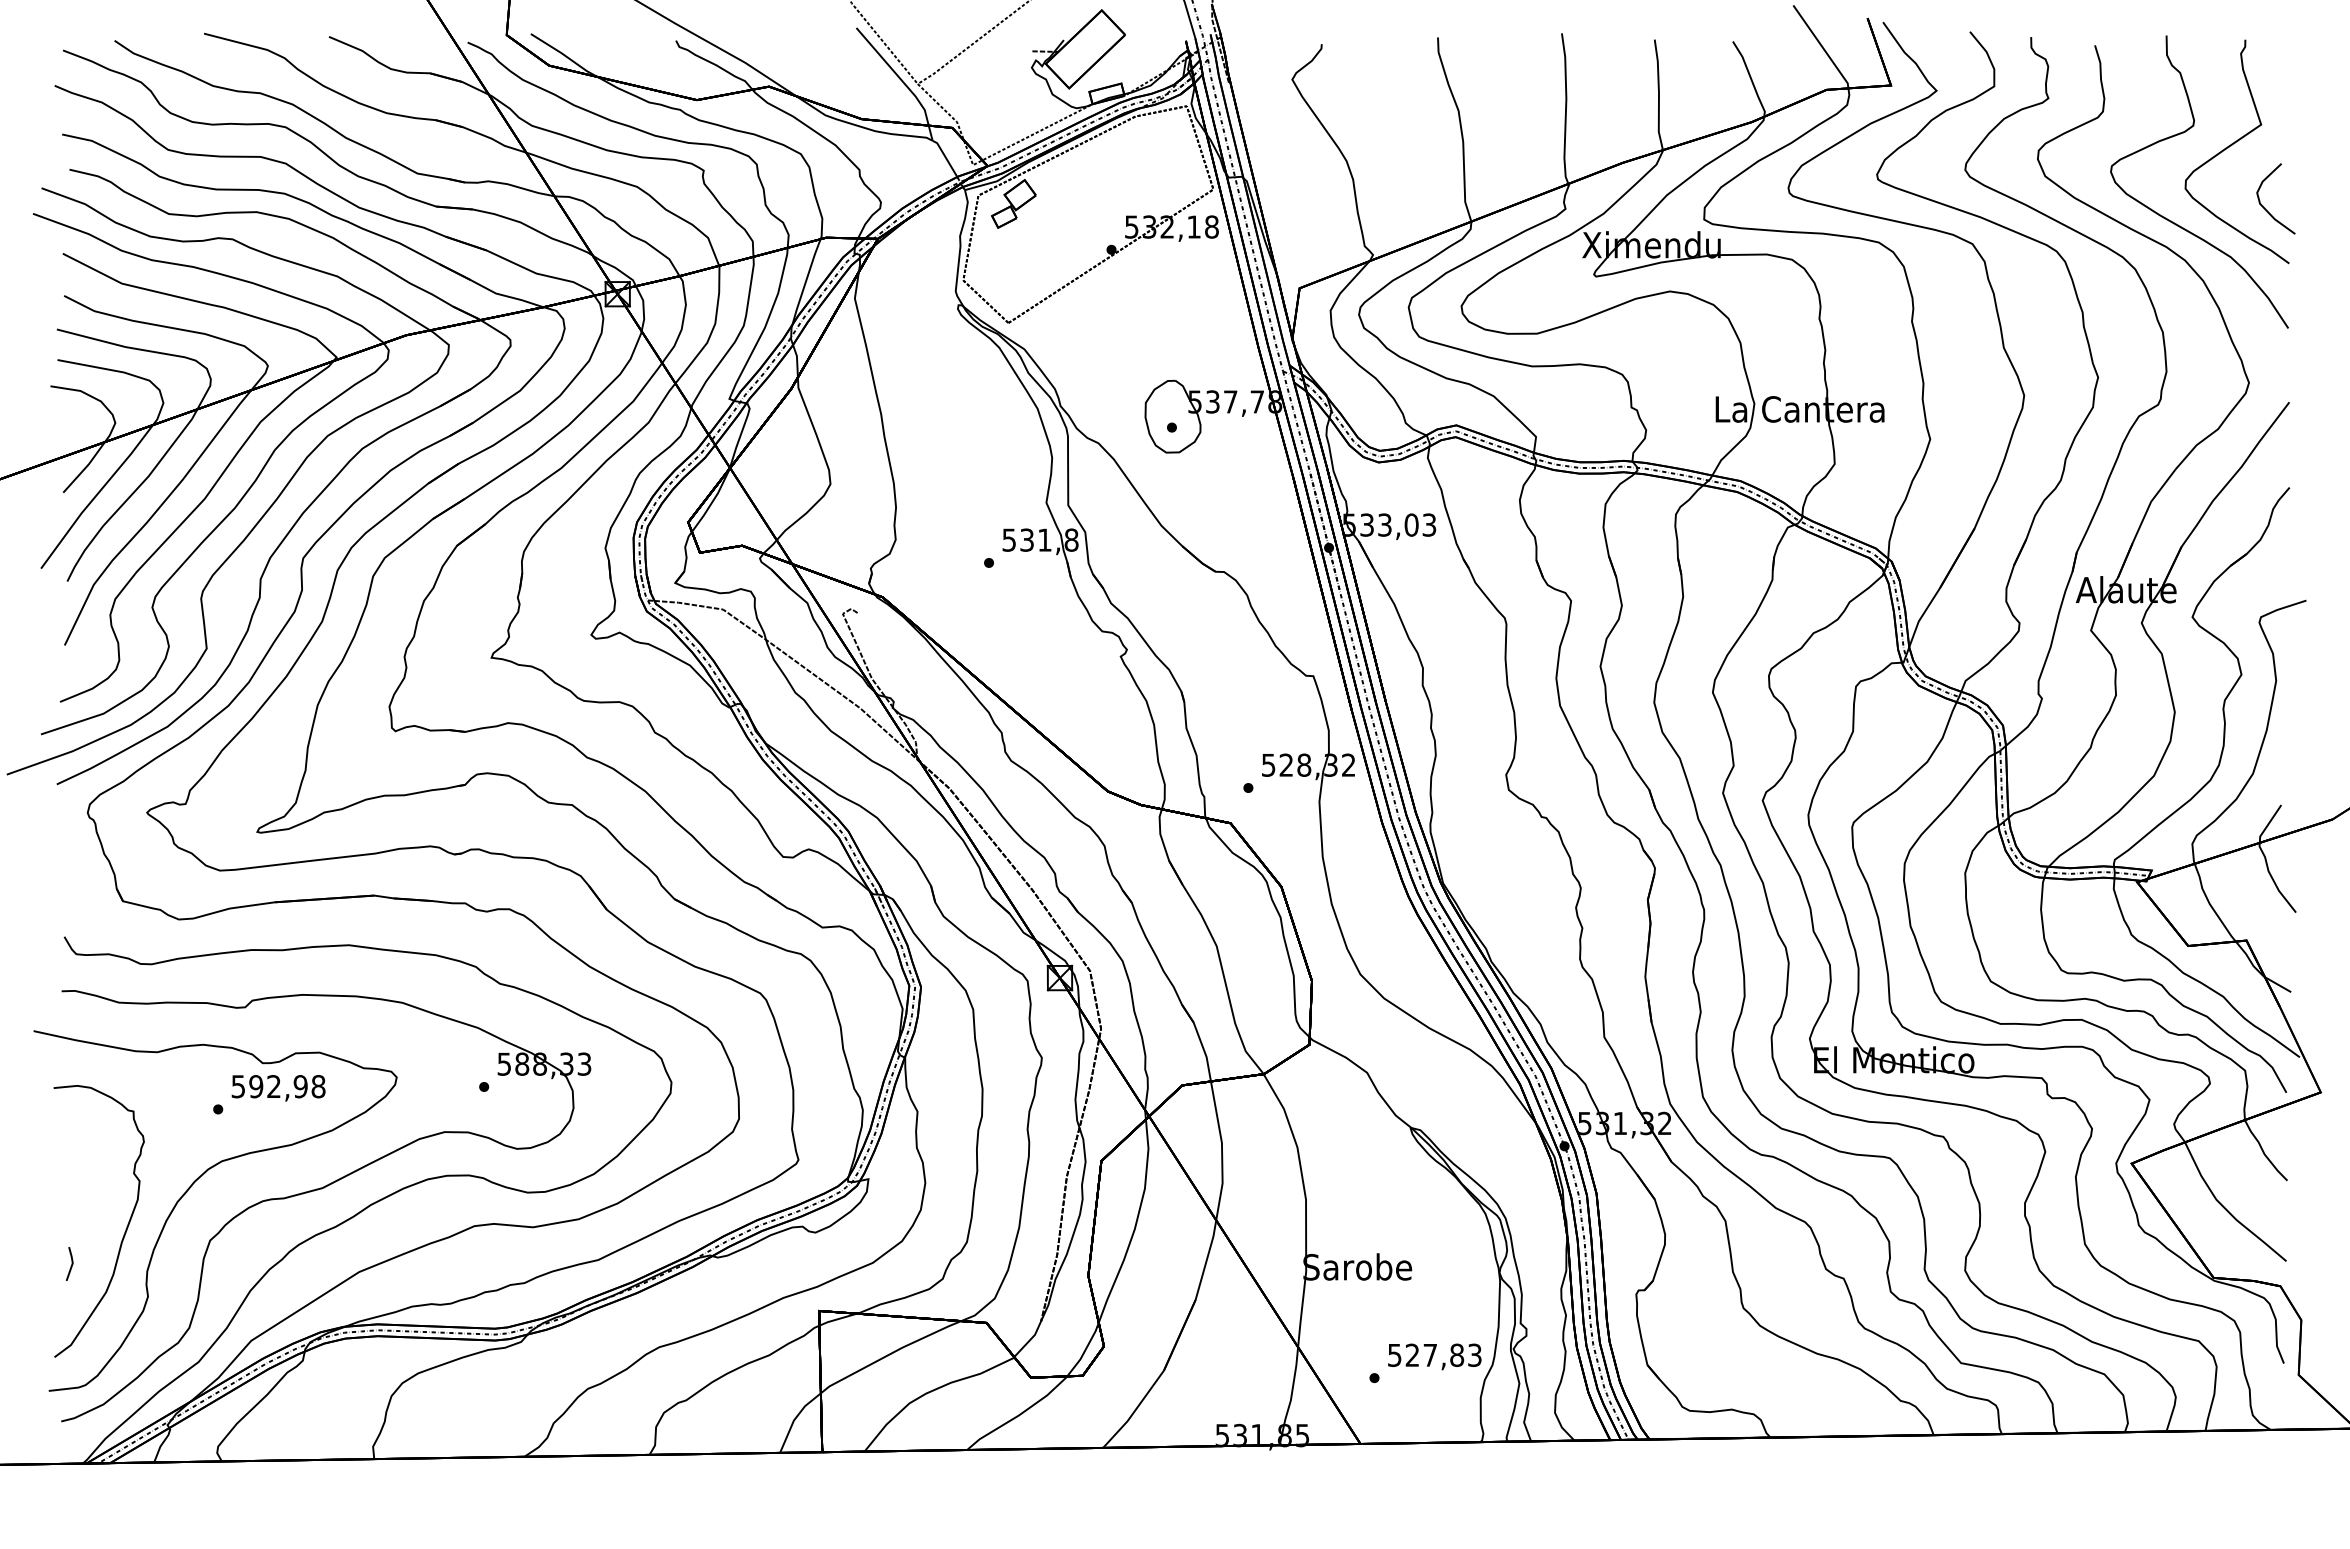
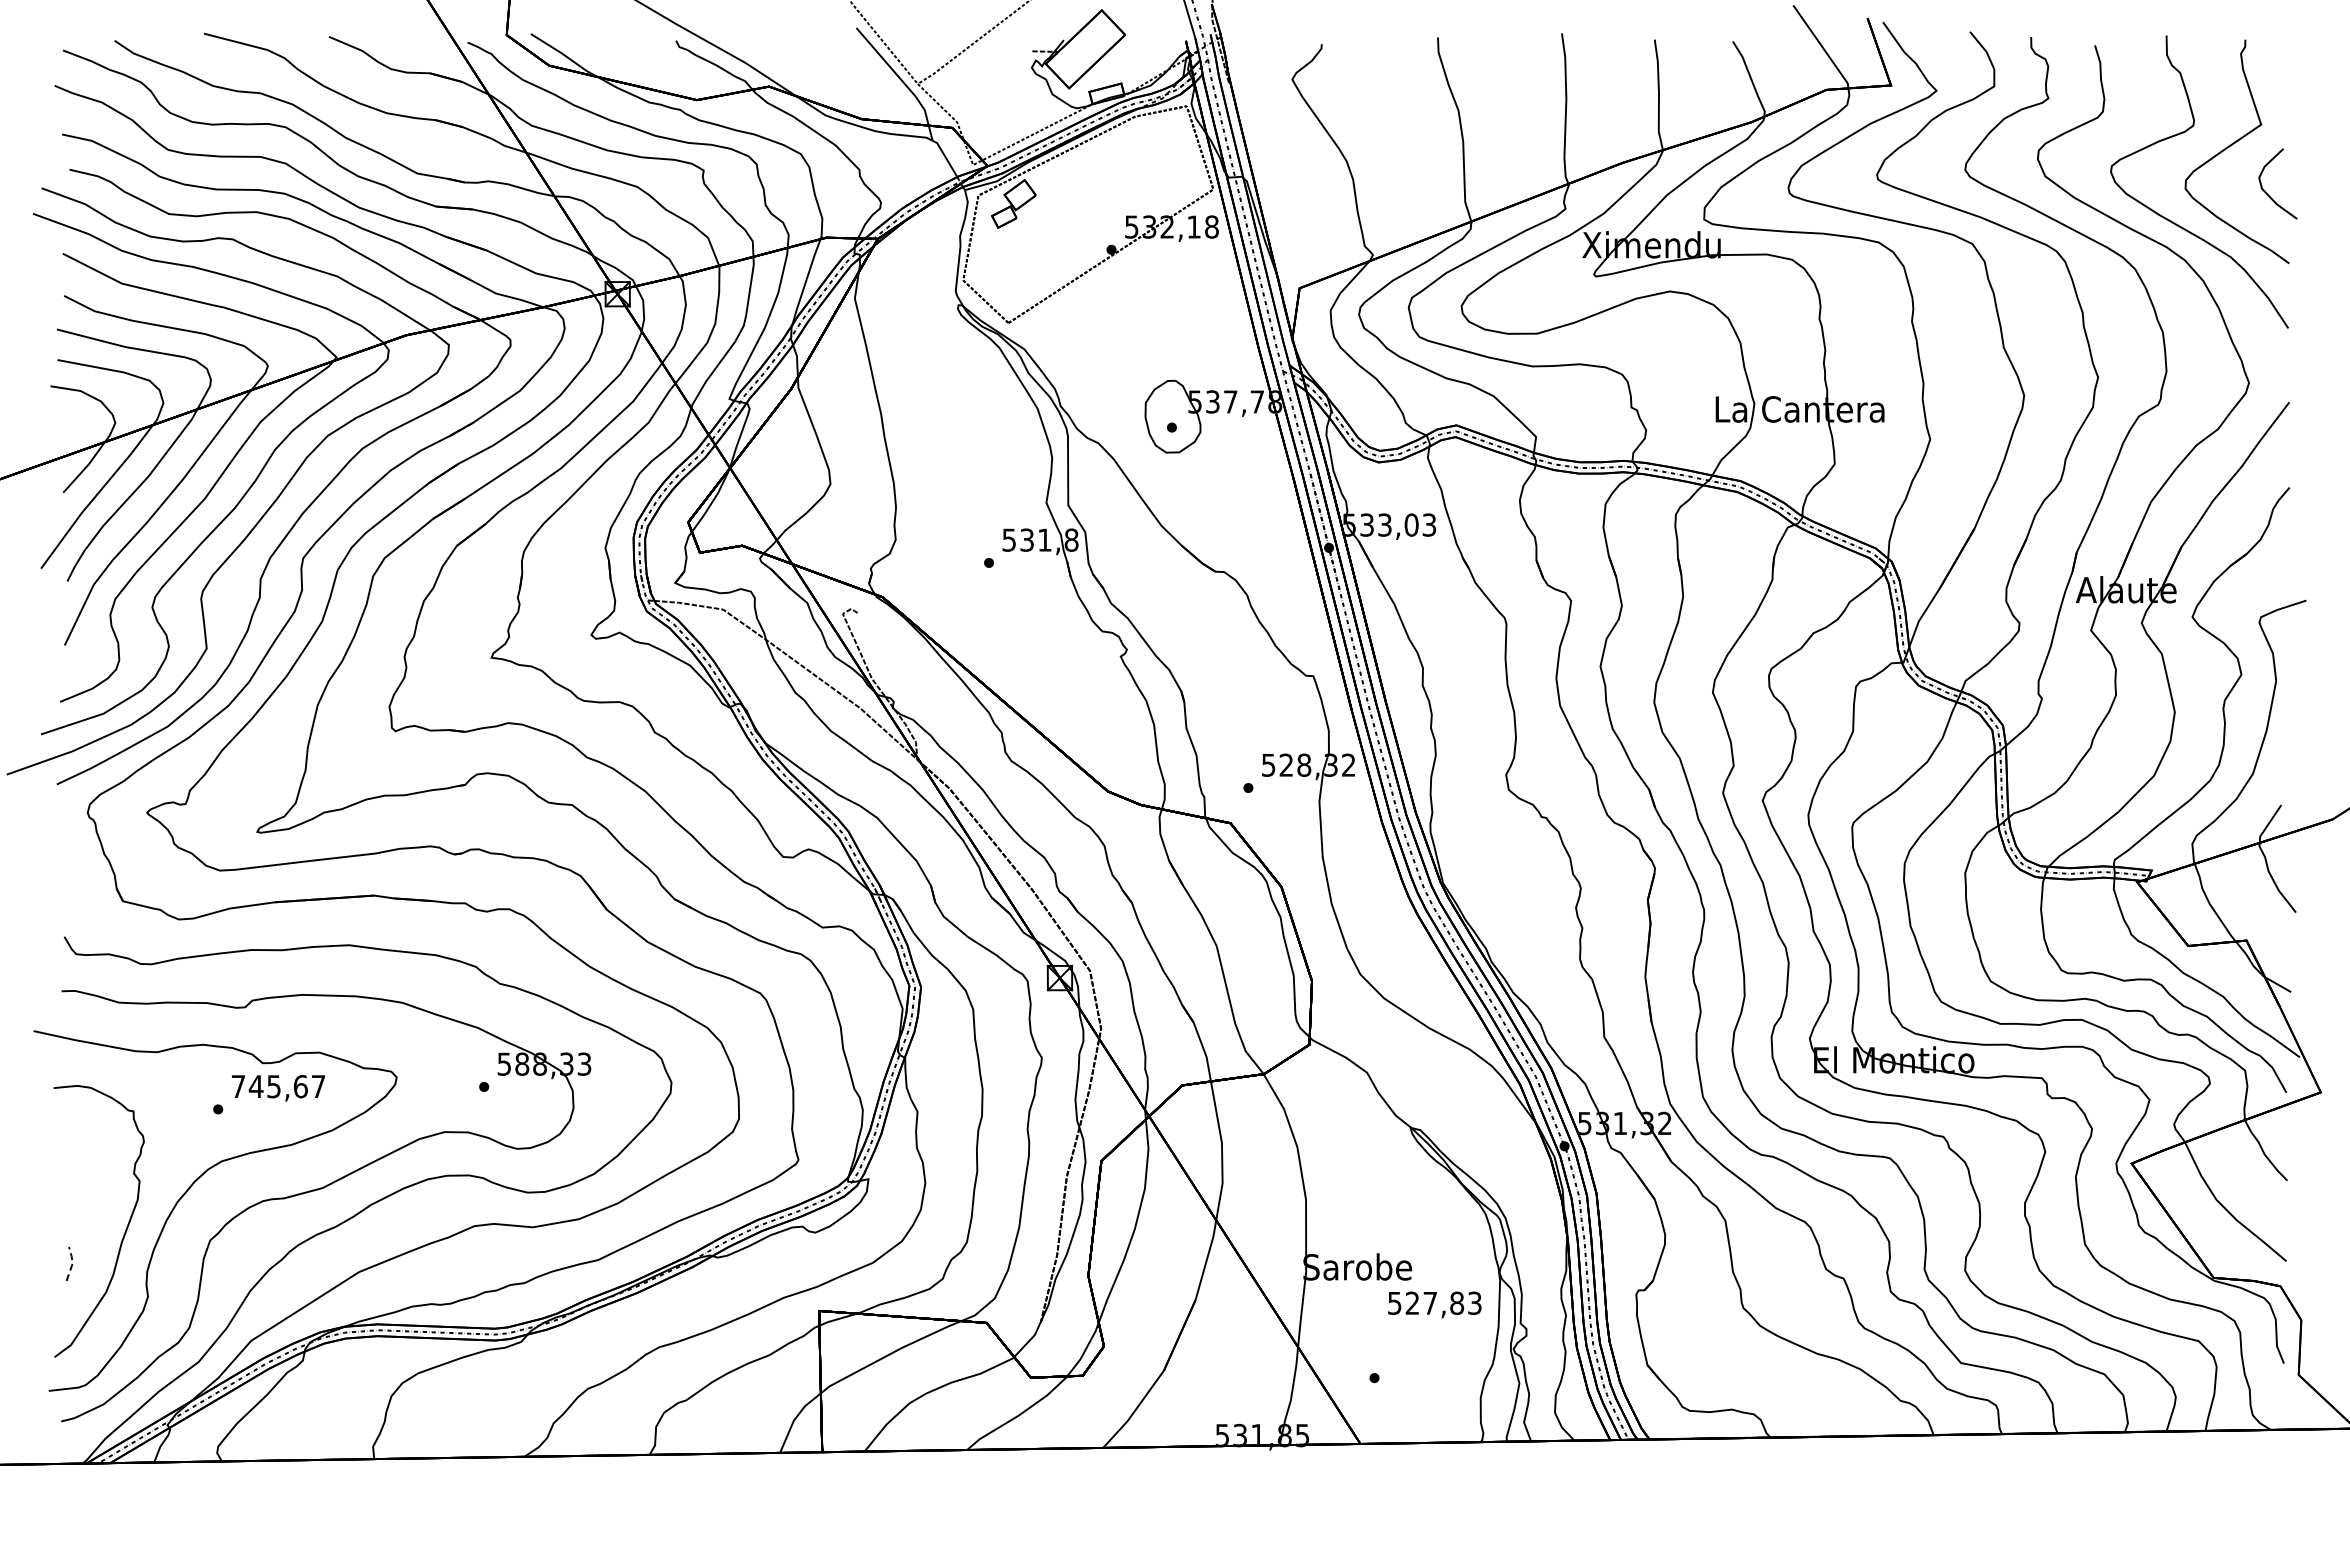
curve at (2263, 205) position: (2263, 205) -> (2265, 190)
text at (278, 1086): 592,98 -> 745,67
line at (72, 1263): solid -> dashed
text at (1434, 1356) position: (1434, 1356) -> (1434, 1304)
